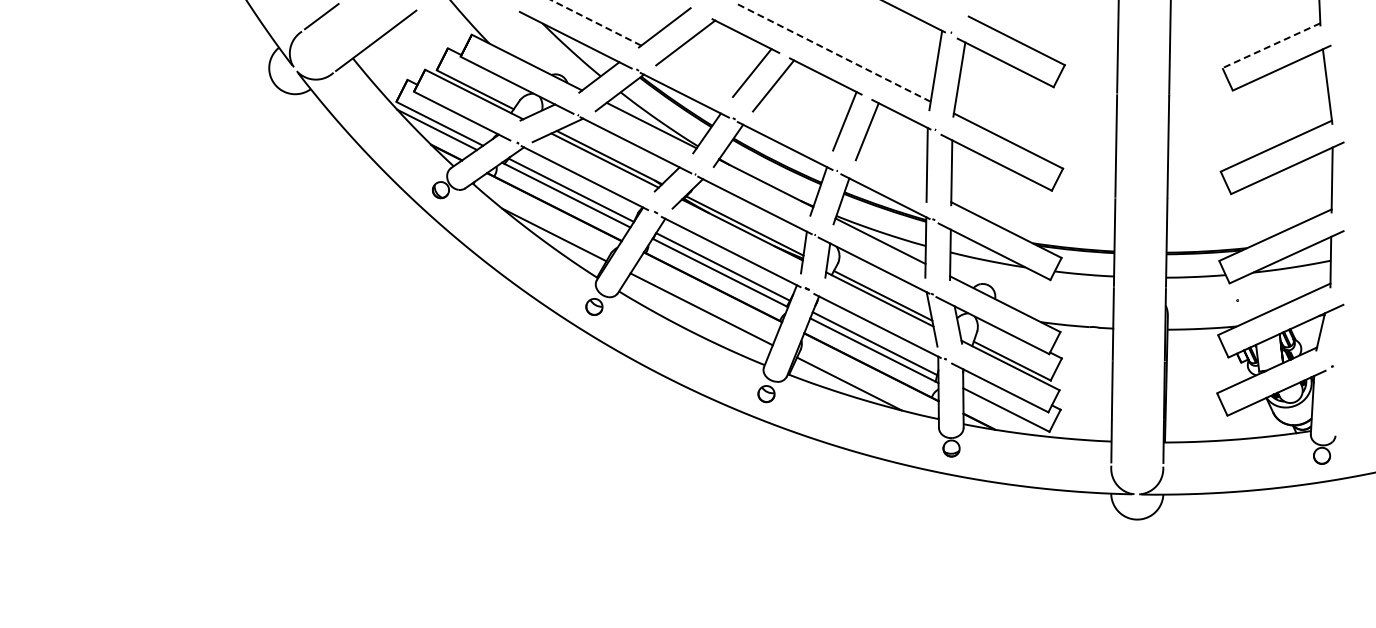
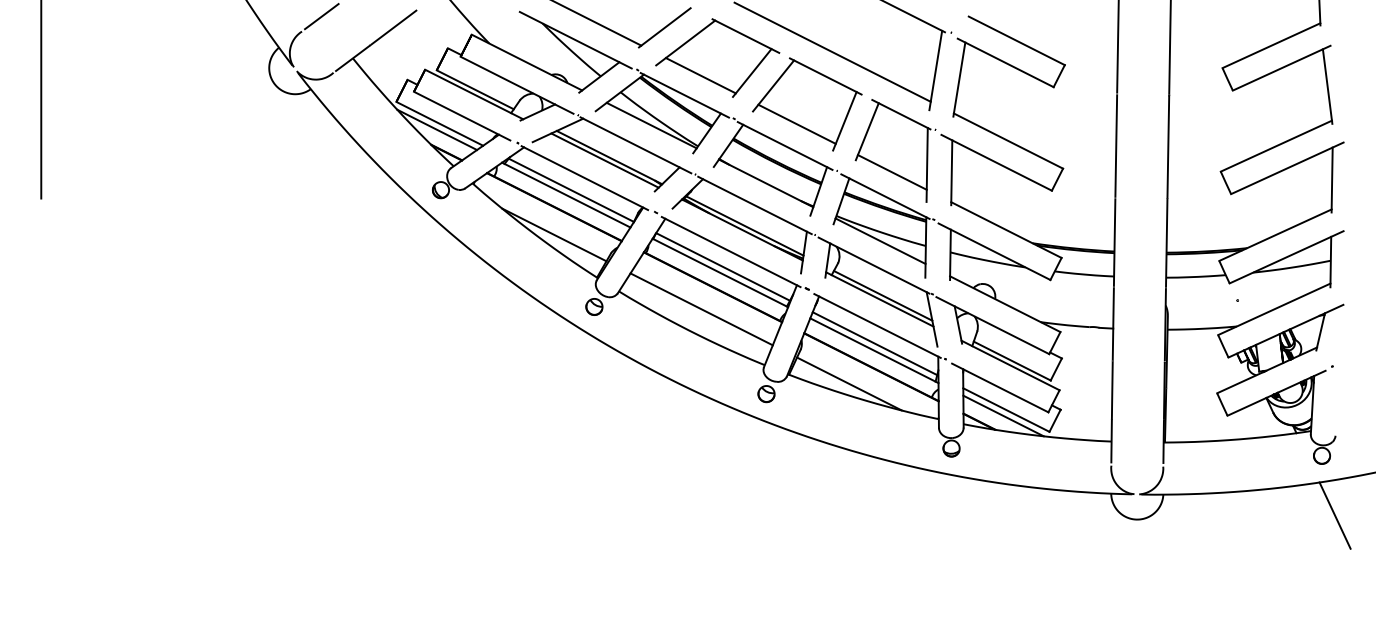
line at (595, 22): dashed -> solid
line at (1271, 45): dashed -> solid
line at (832, 52): dashed -> solid
line at (700, 75): none -> present
line at (41, 100): none -> present
line at (796, 123): none -> present
line at (891, 172): none -> present
line at (1003, 415): none -> present
line at (1334, 515): none -> present
